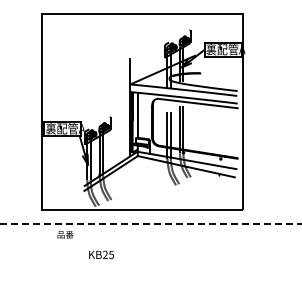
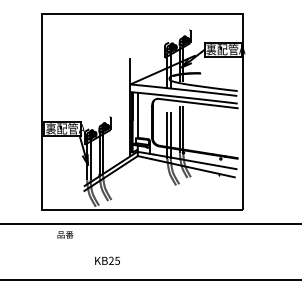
line at (151, 224): dashed -> solid
text at (101, 254) position: (101, 254) -> (107, 260)
line at (150, 280): none -> present
